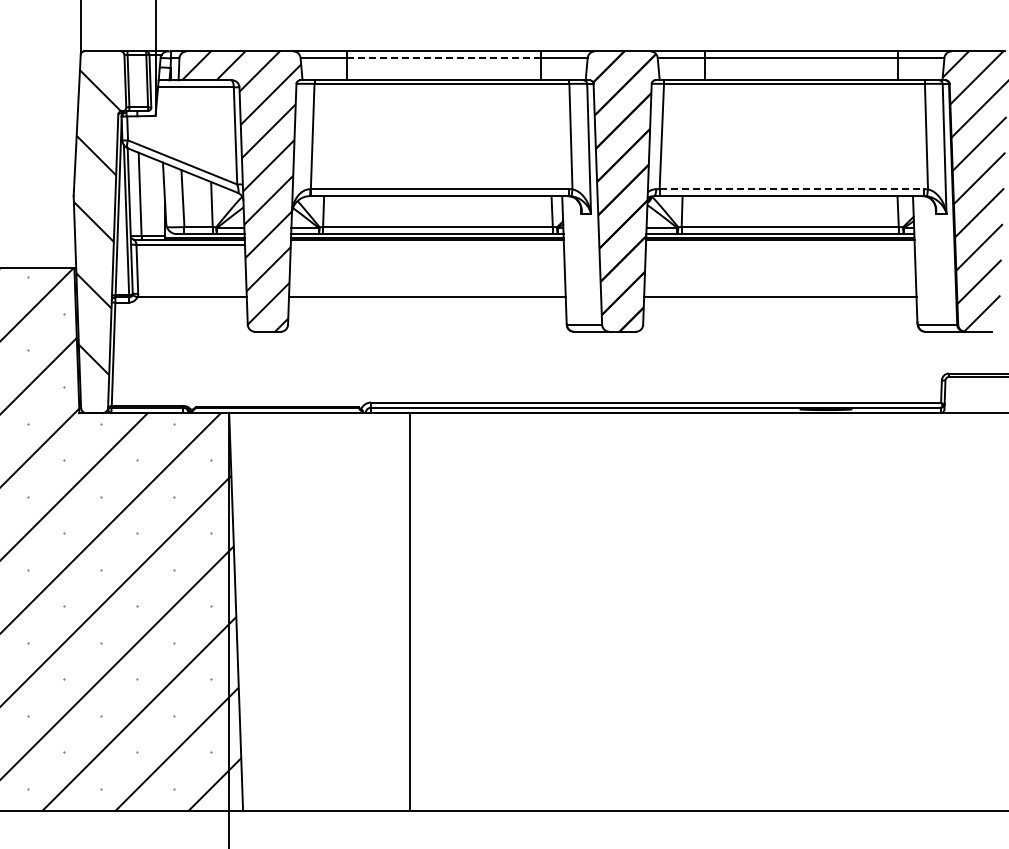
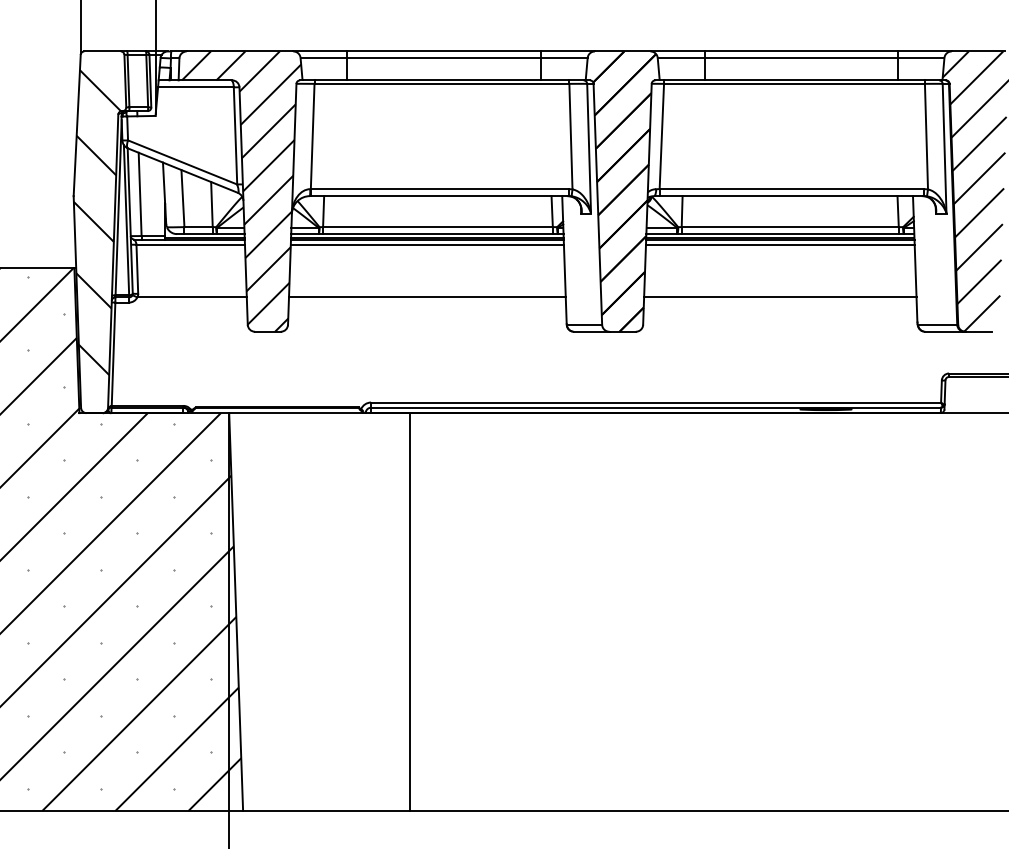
line at (444, 58): dashed -> solid
line at (792, 189): dashed -> solid
line at (426, 244): none -> present
line at (780, 244): none -> present
